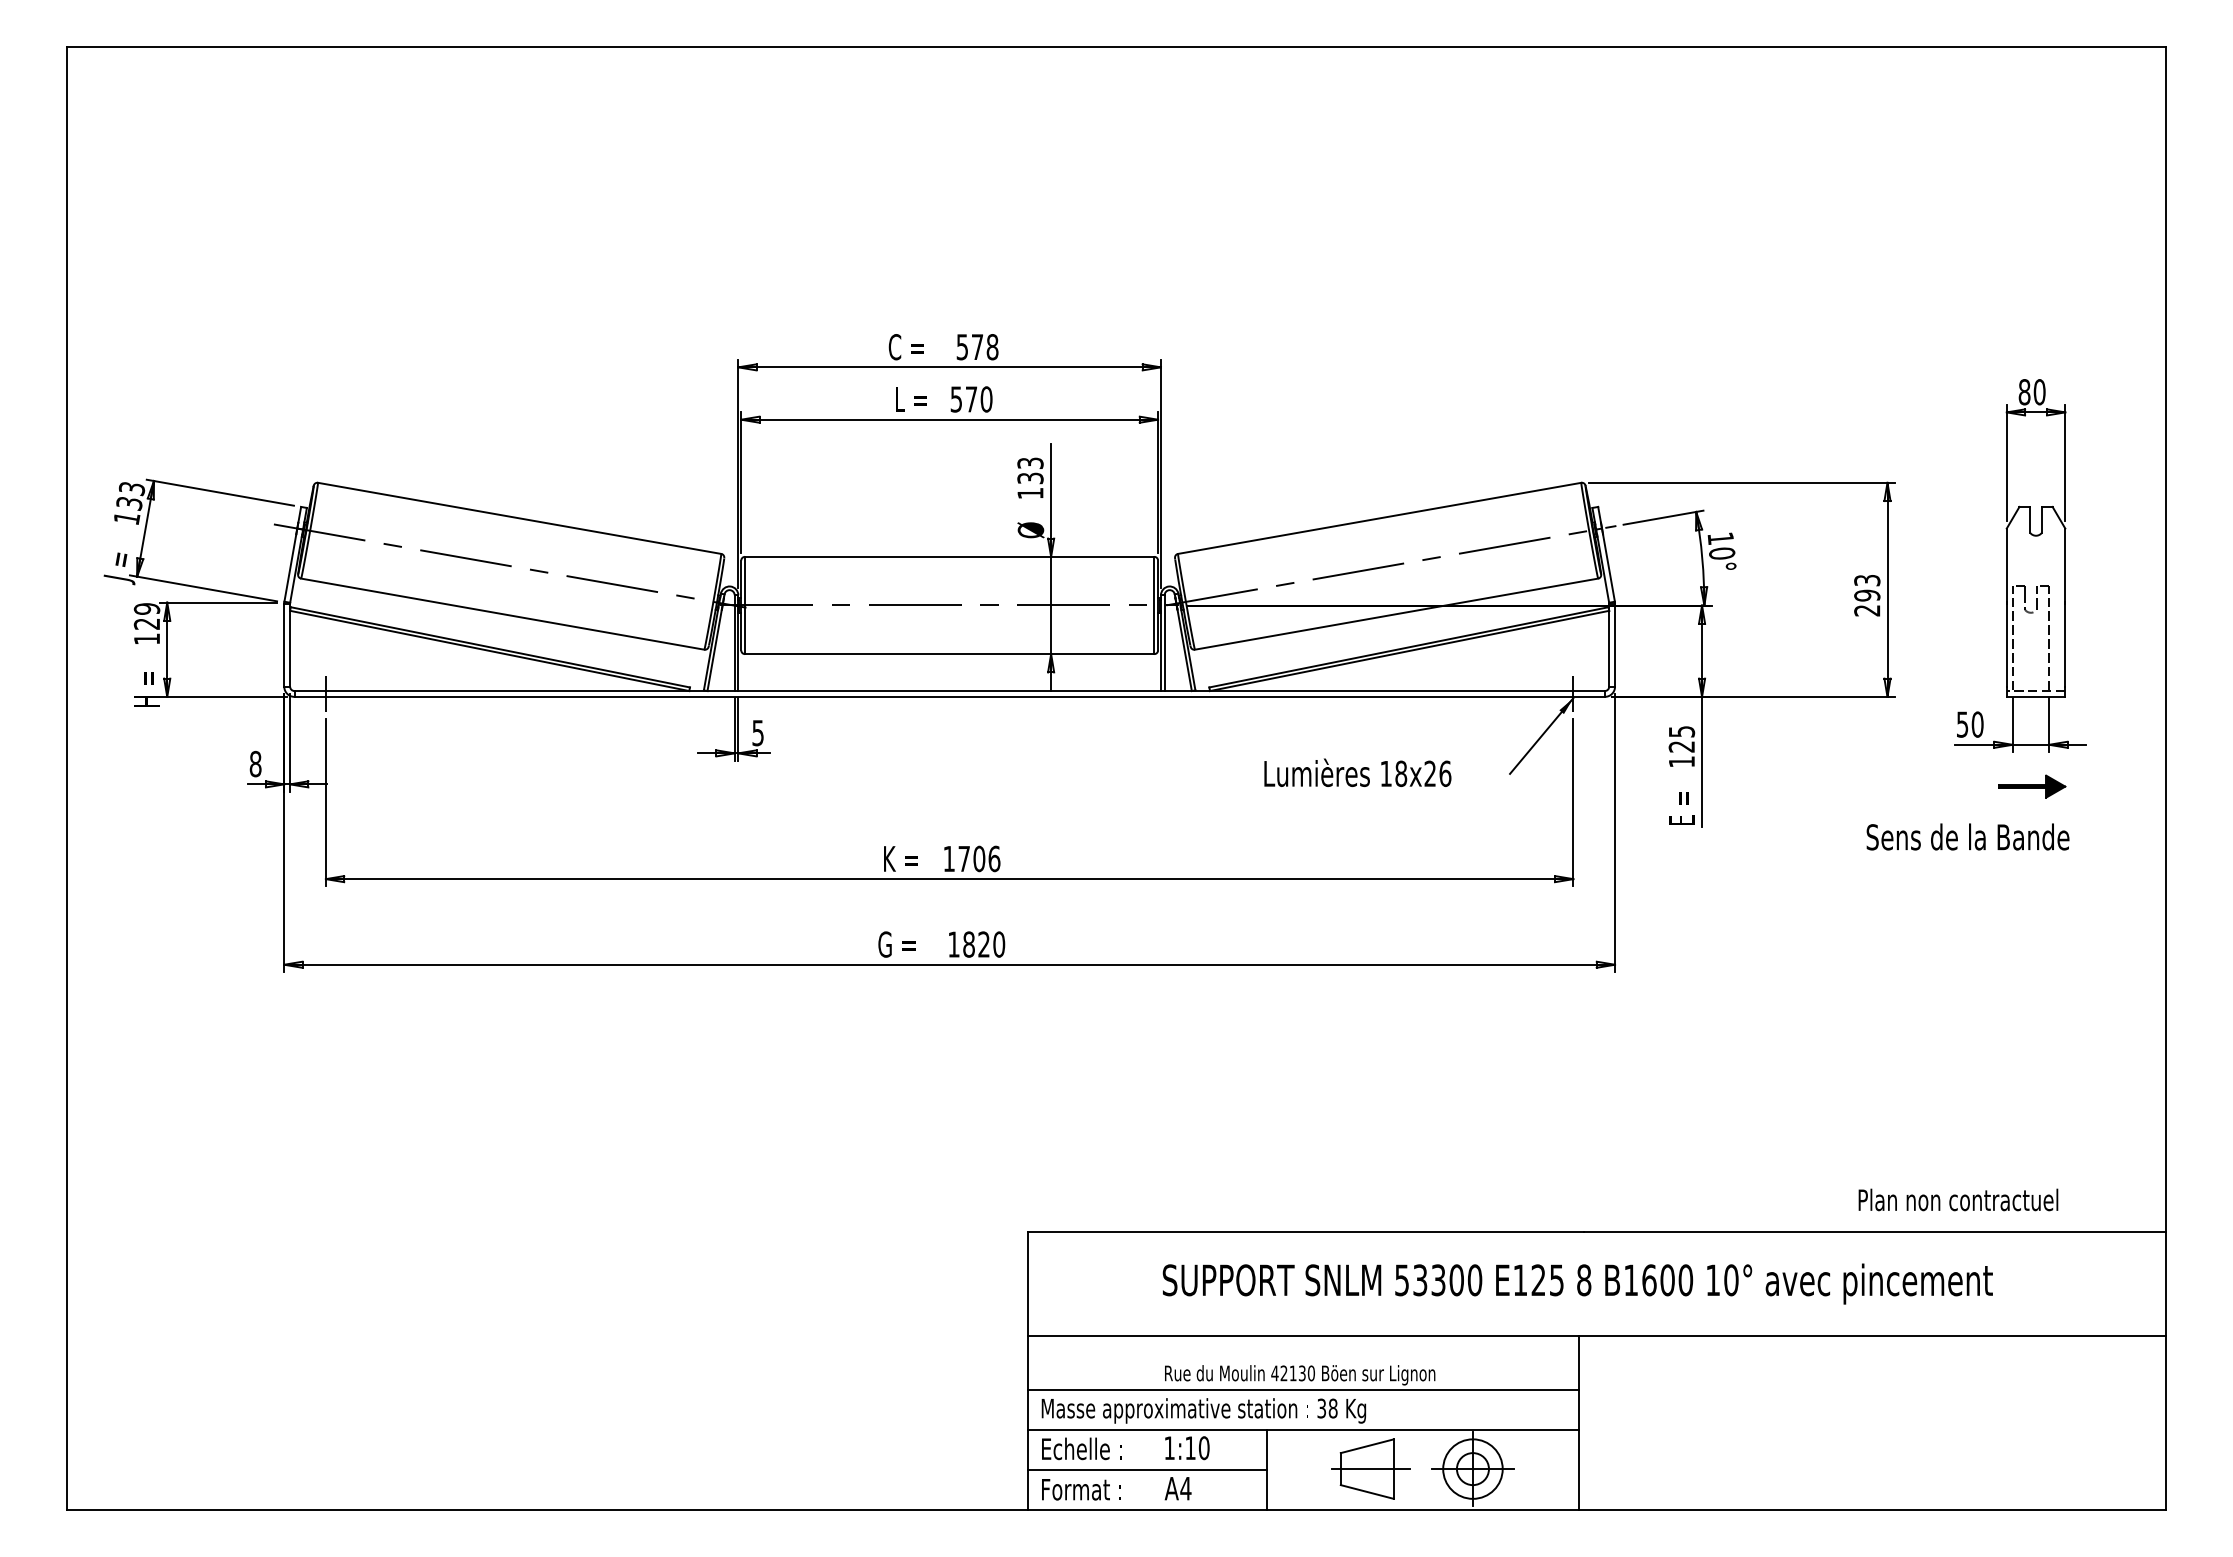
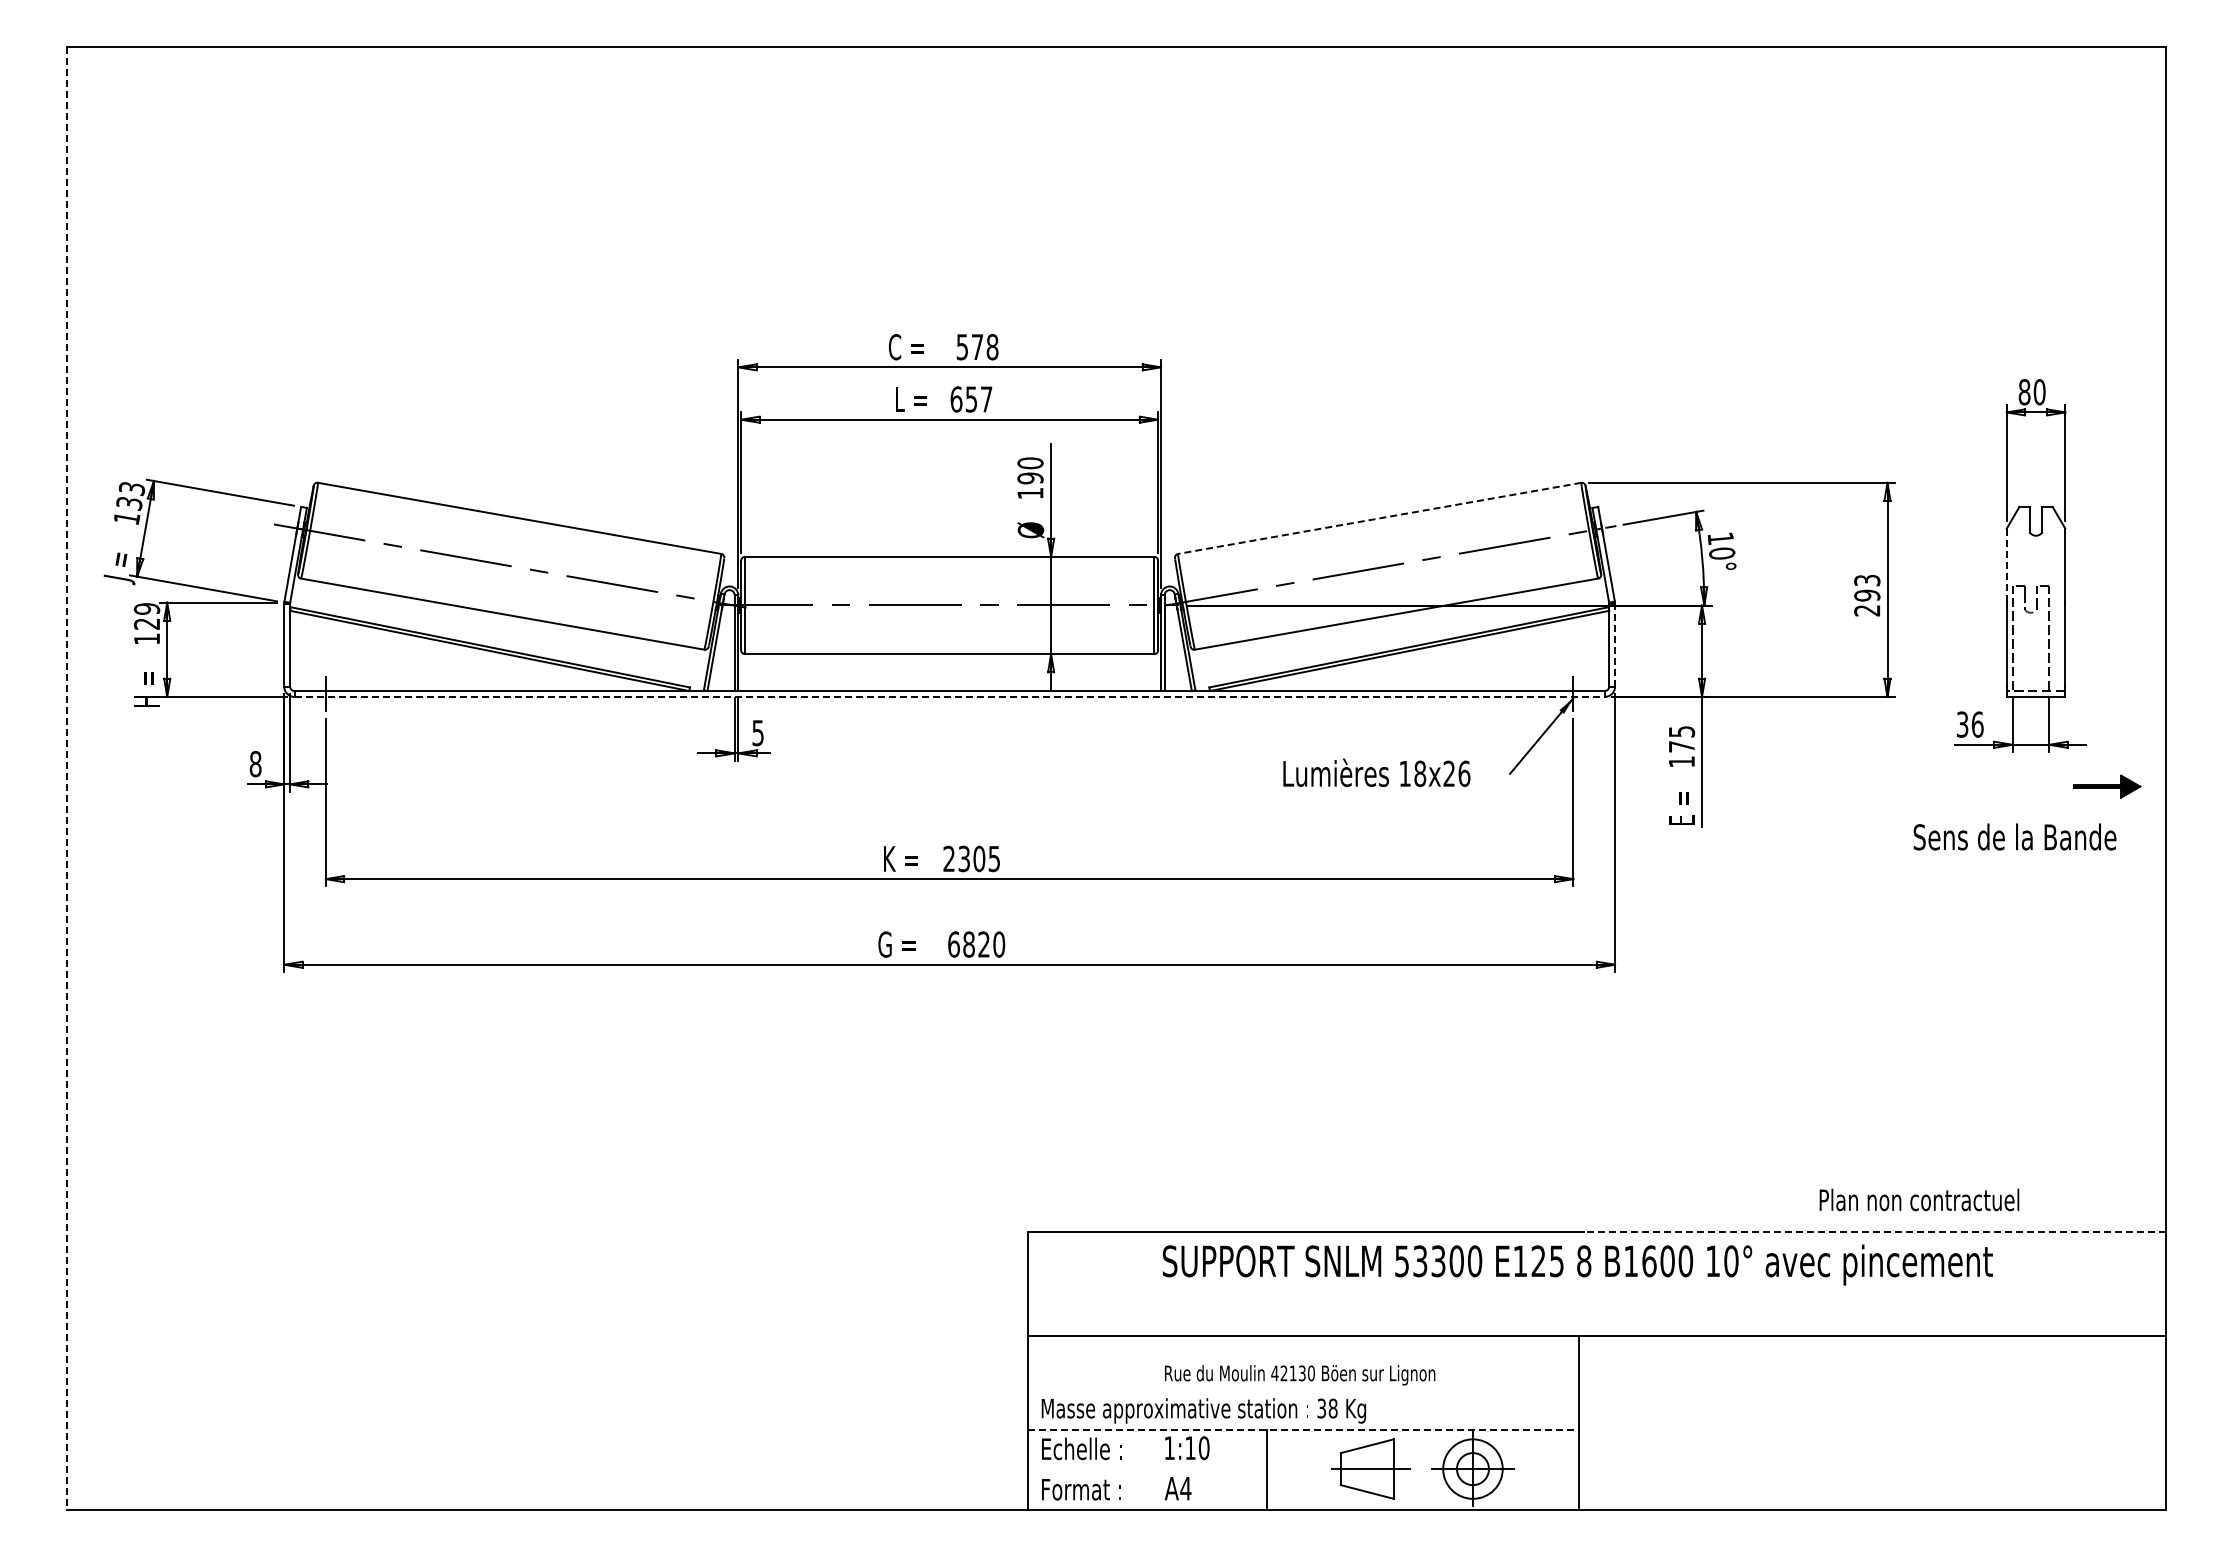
text at (971, 399): 570 -> 657
text at (1030, 470): 133 -> 190
line at (1379, 518): solid -> dashed
line at (2006, 565): solid -> dashed
line at (1615, 645): solid -> dashed
line at (950, 696): solid -> dashed
text at (1970, 724): 50 -> 36
text at (1681, 746): 125 -> 175
text at (1357, 772) position: (1357, 772) -> (1376, 772)
line at (67, 778): solid -> dashed
part at (2032, 786) position: (2032, 786) -> (2107, 786)
text at (1967, 836) position: (1967, 836) -> (2014, 836)
text at (971, 858): 1706 -> 2305
text at (953, 944): 1820 -> 6820
text at (1958, 1199) position: (1958, 1199) -> (1919, 1199)
line at (1875, 1232): solid -> dashed
text at (1577, 1283) position: (1577, 1283) -> (1577, 1264)
line at (1303, 1389): present -> none
line at (1303, 1429): solid -> dashed
line at (1147, 1469): present -> none
